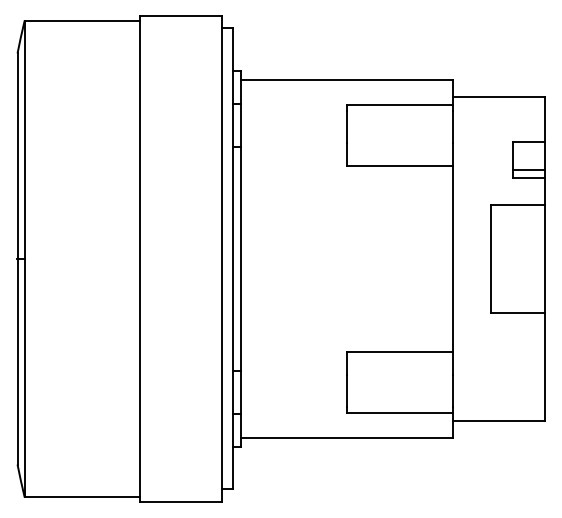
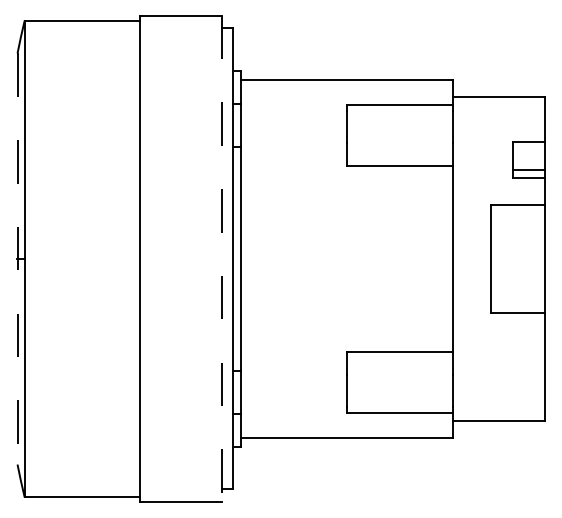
line at (17, 259): solid -> dashed
line at (222, 259): solid -> dashed
